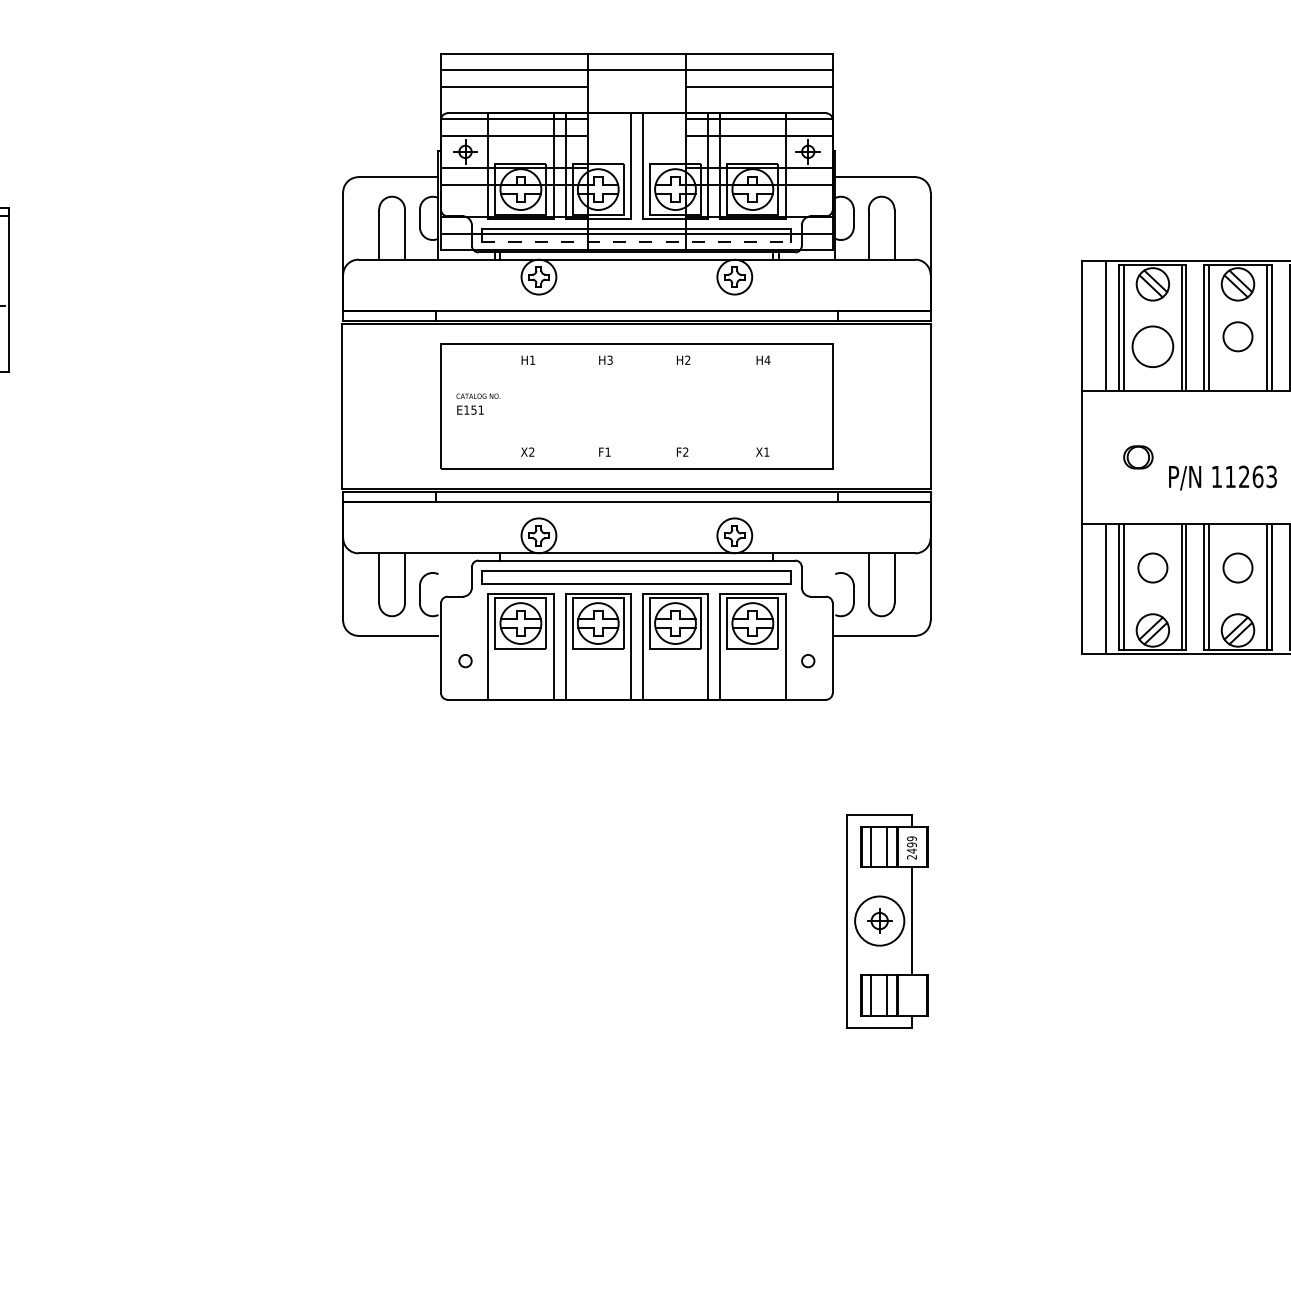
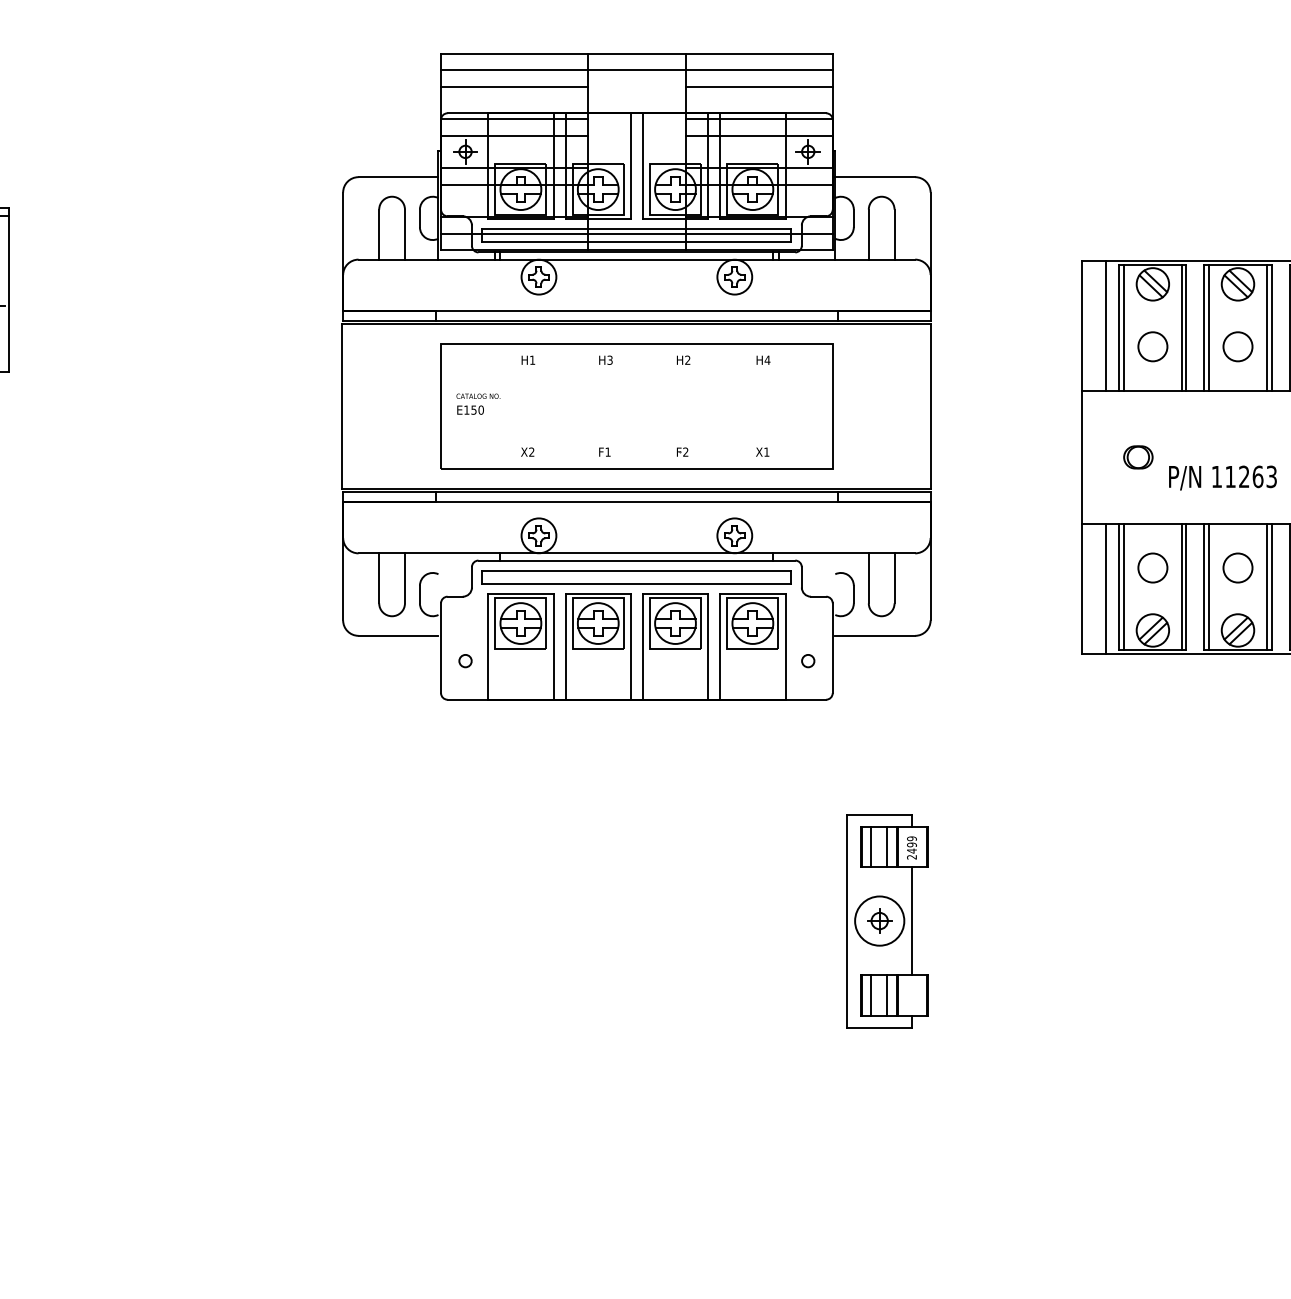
line at (636, 242): dashed -> solid
circle at (1237, 336) position: (1237, 336) -> (1237, 346)
circle at (1152, 346) diameter: 41 px -> 29 px
text at (480, 409): E151 -> E150
